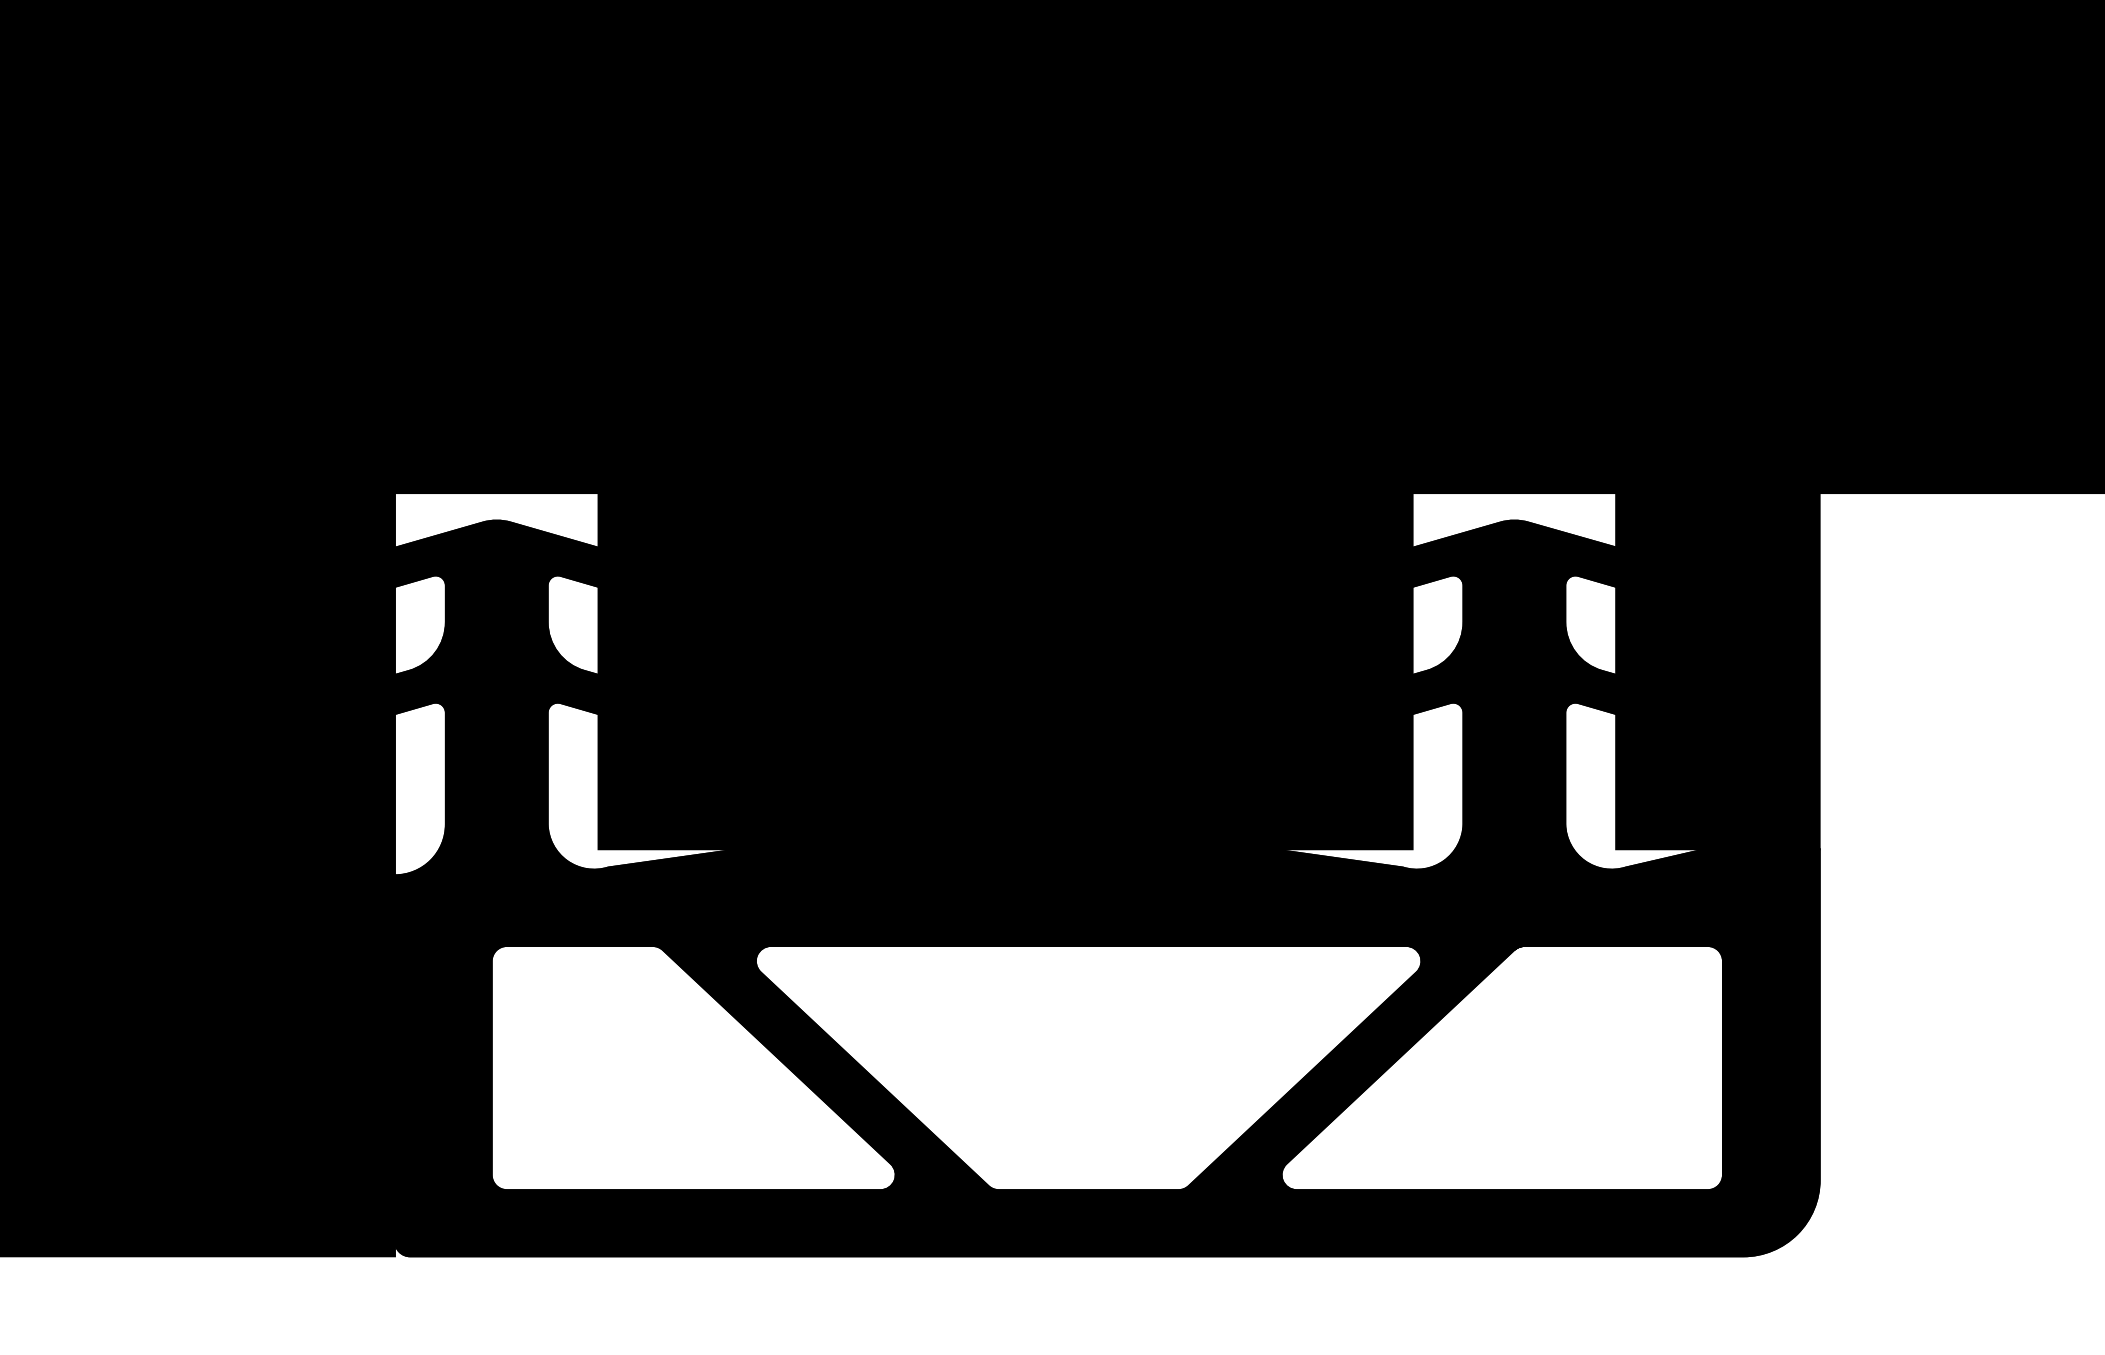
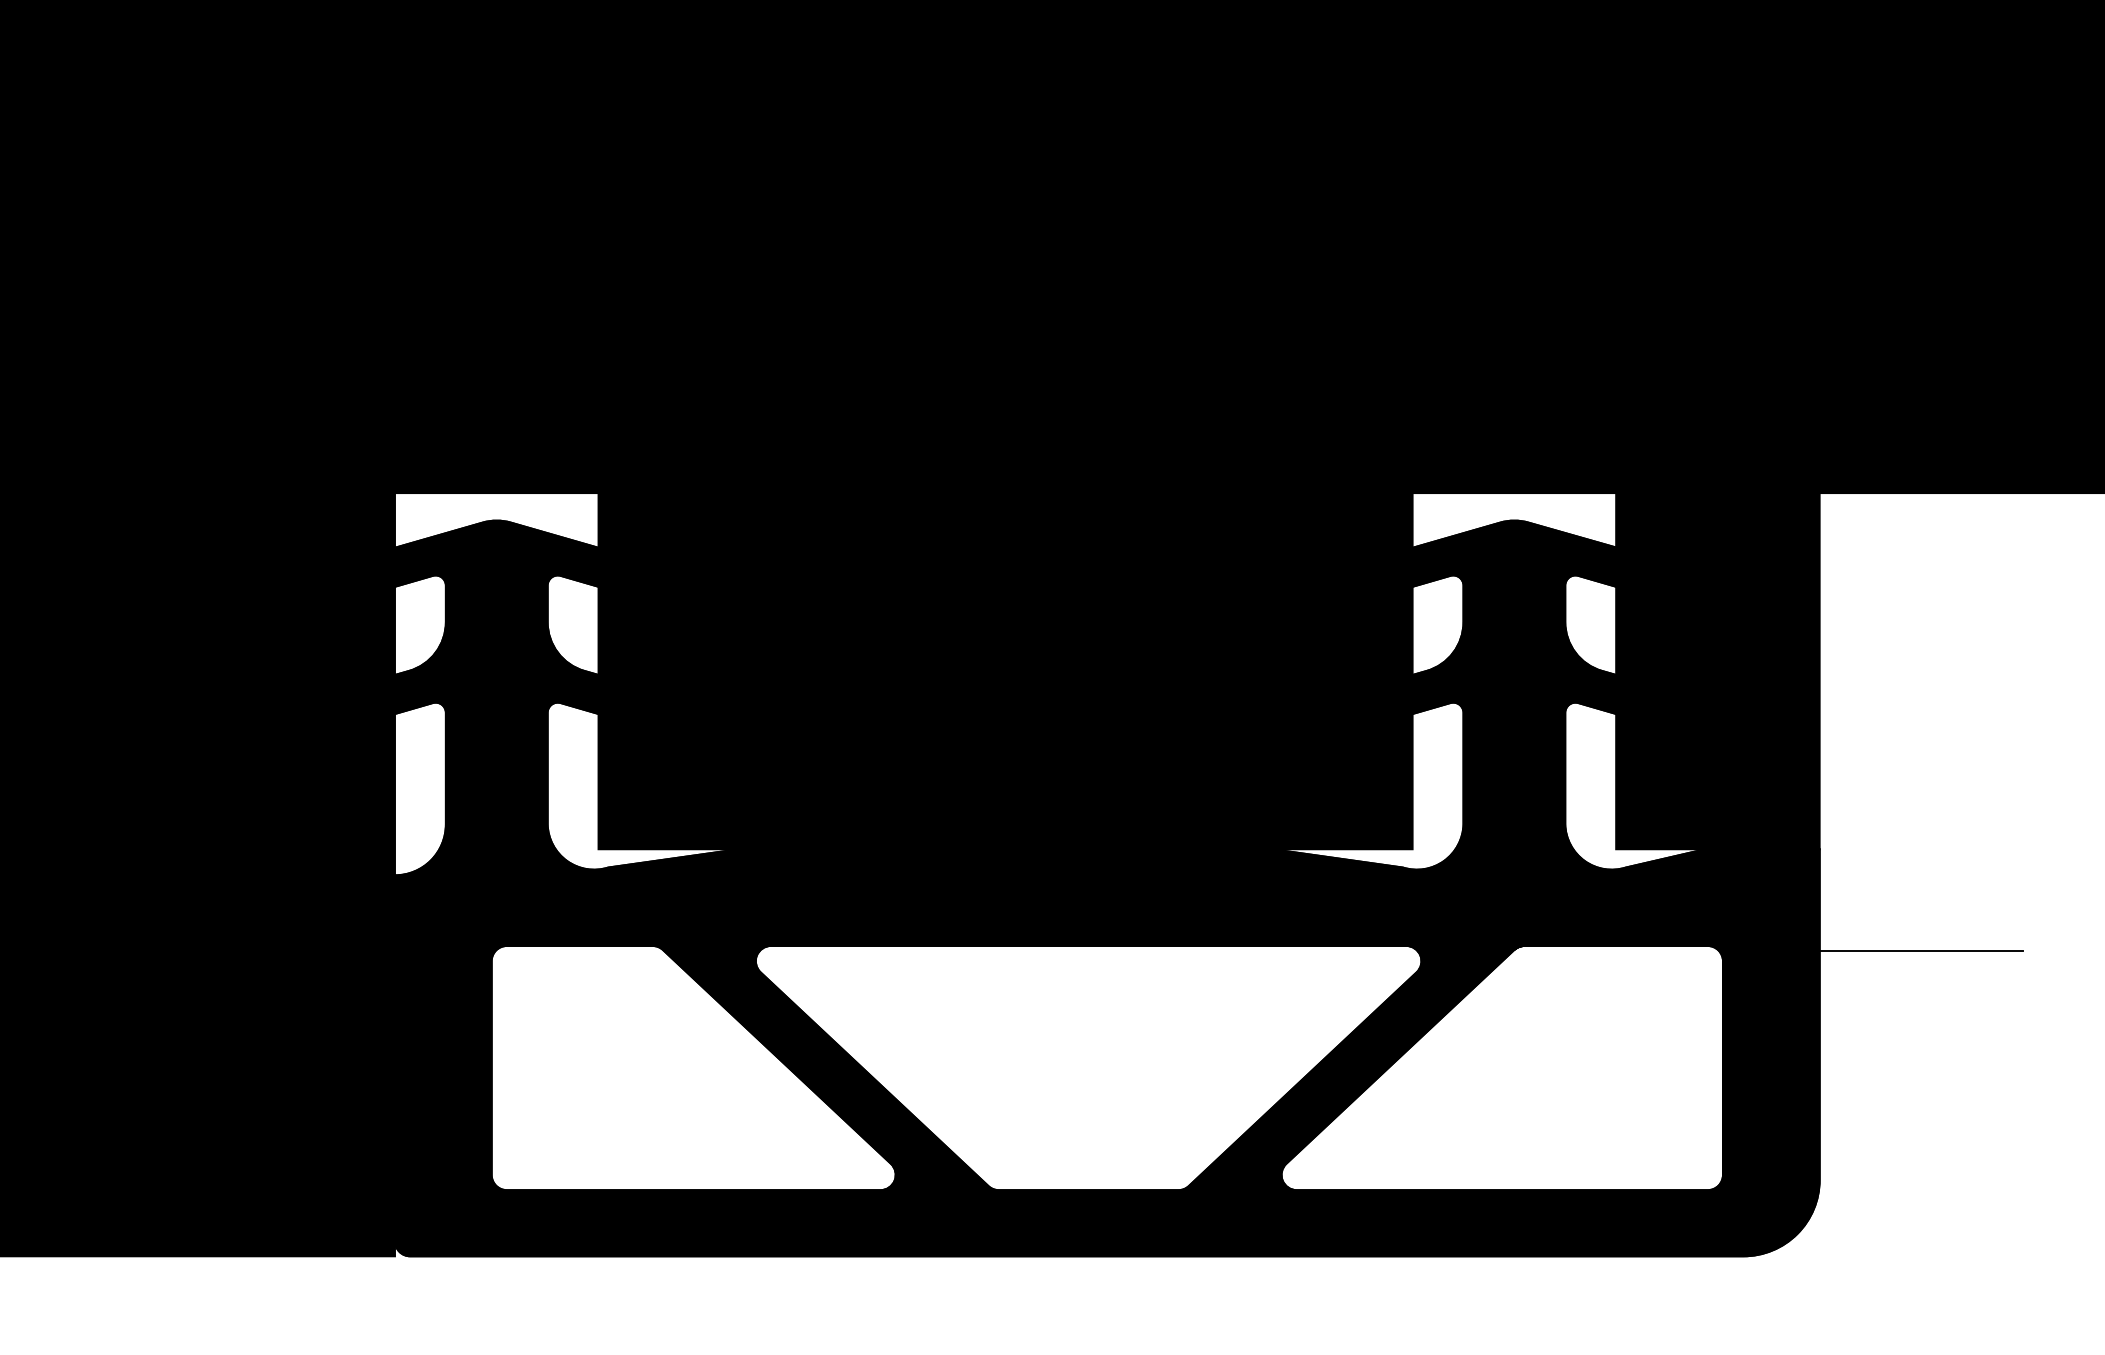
line at (1921, 951): none -> present
